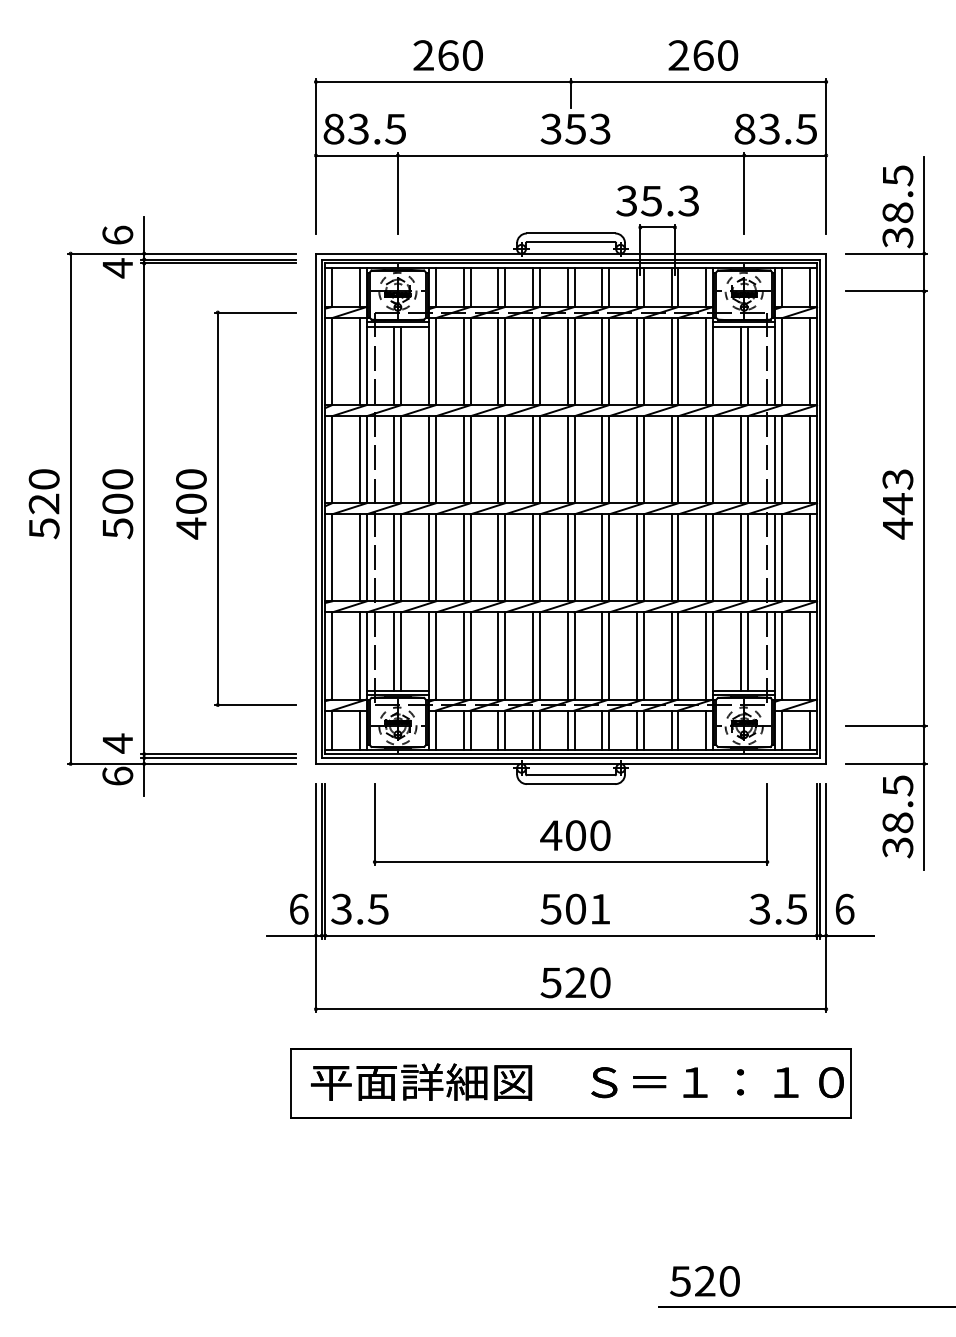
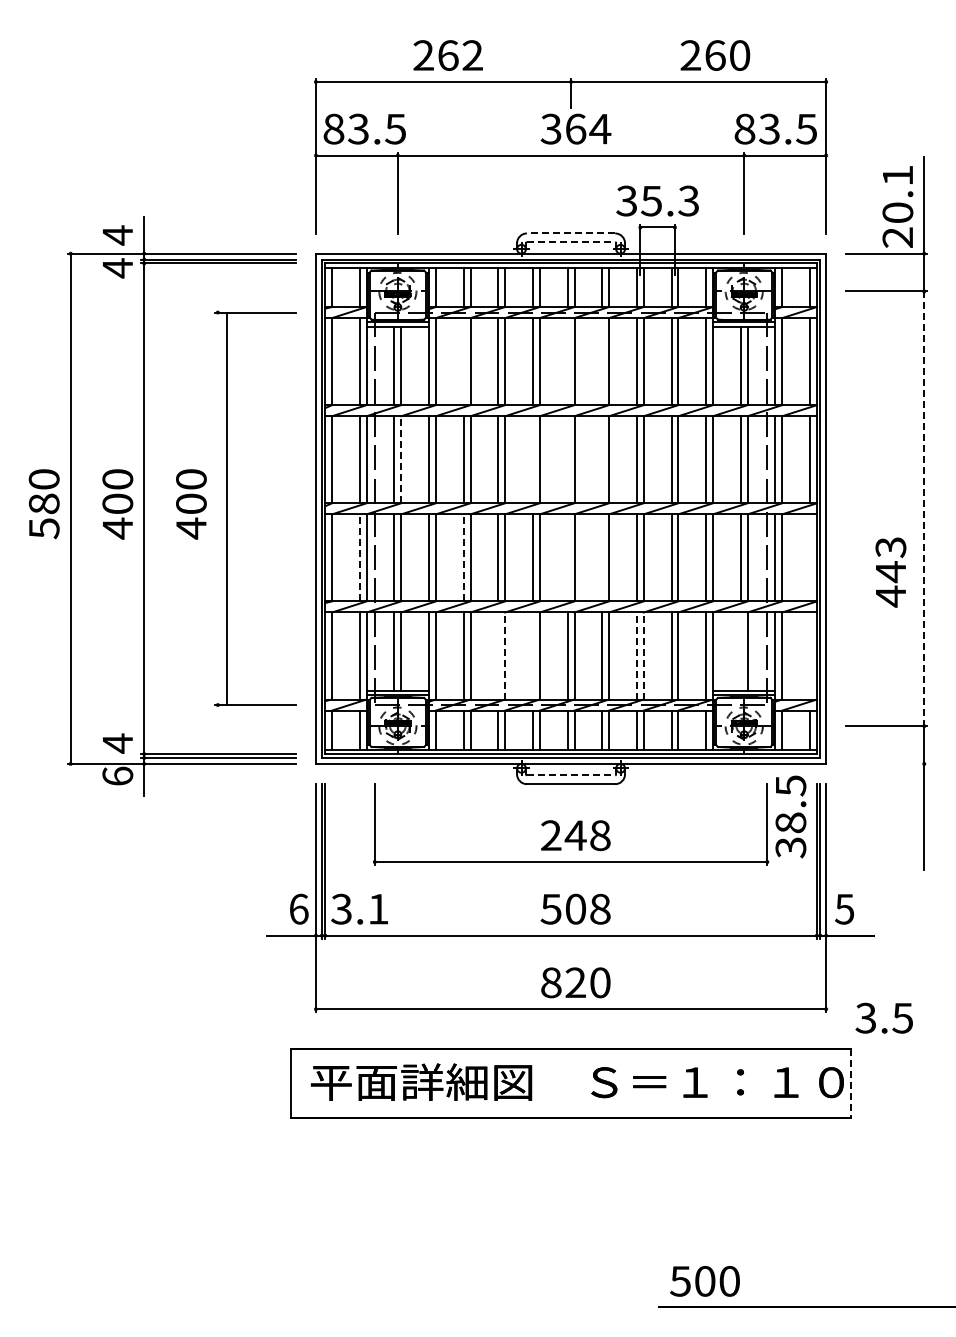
text at (472, 55): 260 -> 262
text at (703, 55) position: (703, 55) -> (715, 55)
text at (588, 128): 353 -> 364
text at (897, 206): 38.5 -> 20.1
line at (570, 233): solid -> dashed
text at (117, 235): 6 -> 4
line at (571, 242): solid -> dashed
line at (463, 361): present -> none
line at (567, 361): present -> none
line at (602, 361): present -> none
line at (401, 459): solid -> dashed
line at (532, 459): present -> none
line at (567, 459): present -> none
line at (602, 459): present -> none
text at (43, 503): 520 -> 580
text at (897, 504) position: (897, 504) -> (890, 572)
line at (217, 508) position: (217, 508) -> (226, 508)
line at (924, 509): solid -> dashed
text at (117, 528): 500 -> 400
line at (359, 557): solid -> dashed
line at (463, 557): solid -> dashed
line at (567, 557): present -> none
line at (602, 557): present -> none
line at (810, 557): present -> none
line at (740, 651): present -> none
line at (498, 655): present -> none
line at (505, 655): solid -> dashed
line at (532, 655): present -> none
line at (636, 655): solid -> dashed
line at (643, 655): solid -> dashed
line at (810, 655): present -> none
line at (886, 763): present -> none
line at (571, 775): solid -> dashed
text at (897, 816) position: (897, 816) -> (790, 816)
text at (575, 835): 400 -> 248
text at (600, 908): 501 -> 508
text at (777, 908) position: (777, 908) -> (883, 1017)
text at (844, 908): 6 -> 5
text at (377, 909): 3.5 -> 3.1
text at (550, 982): 520 -> 820
line at (851, 1084): solid -> dashed
text at (705, 1281): 520 -> 500
